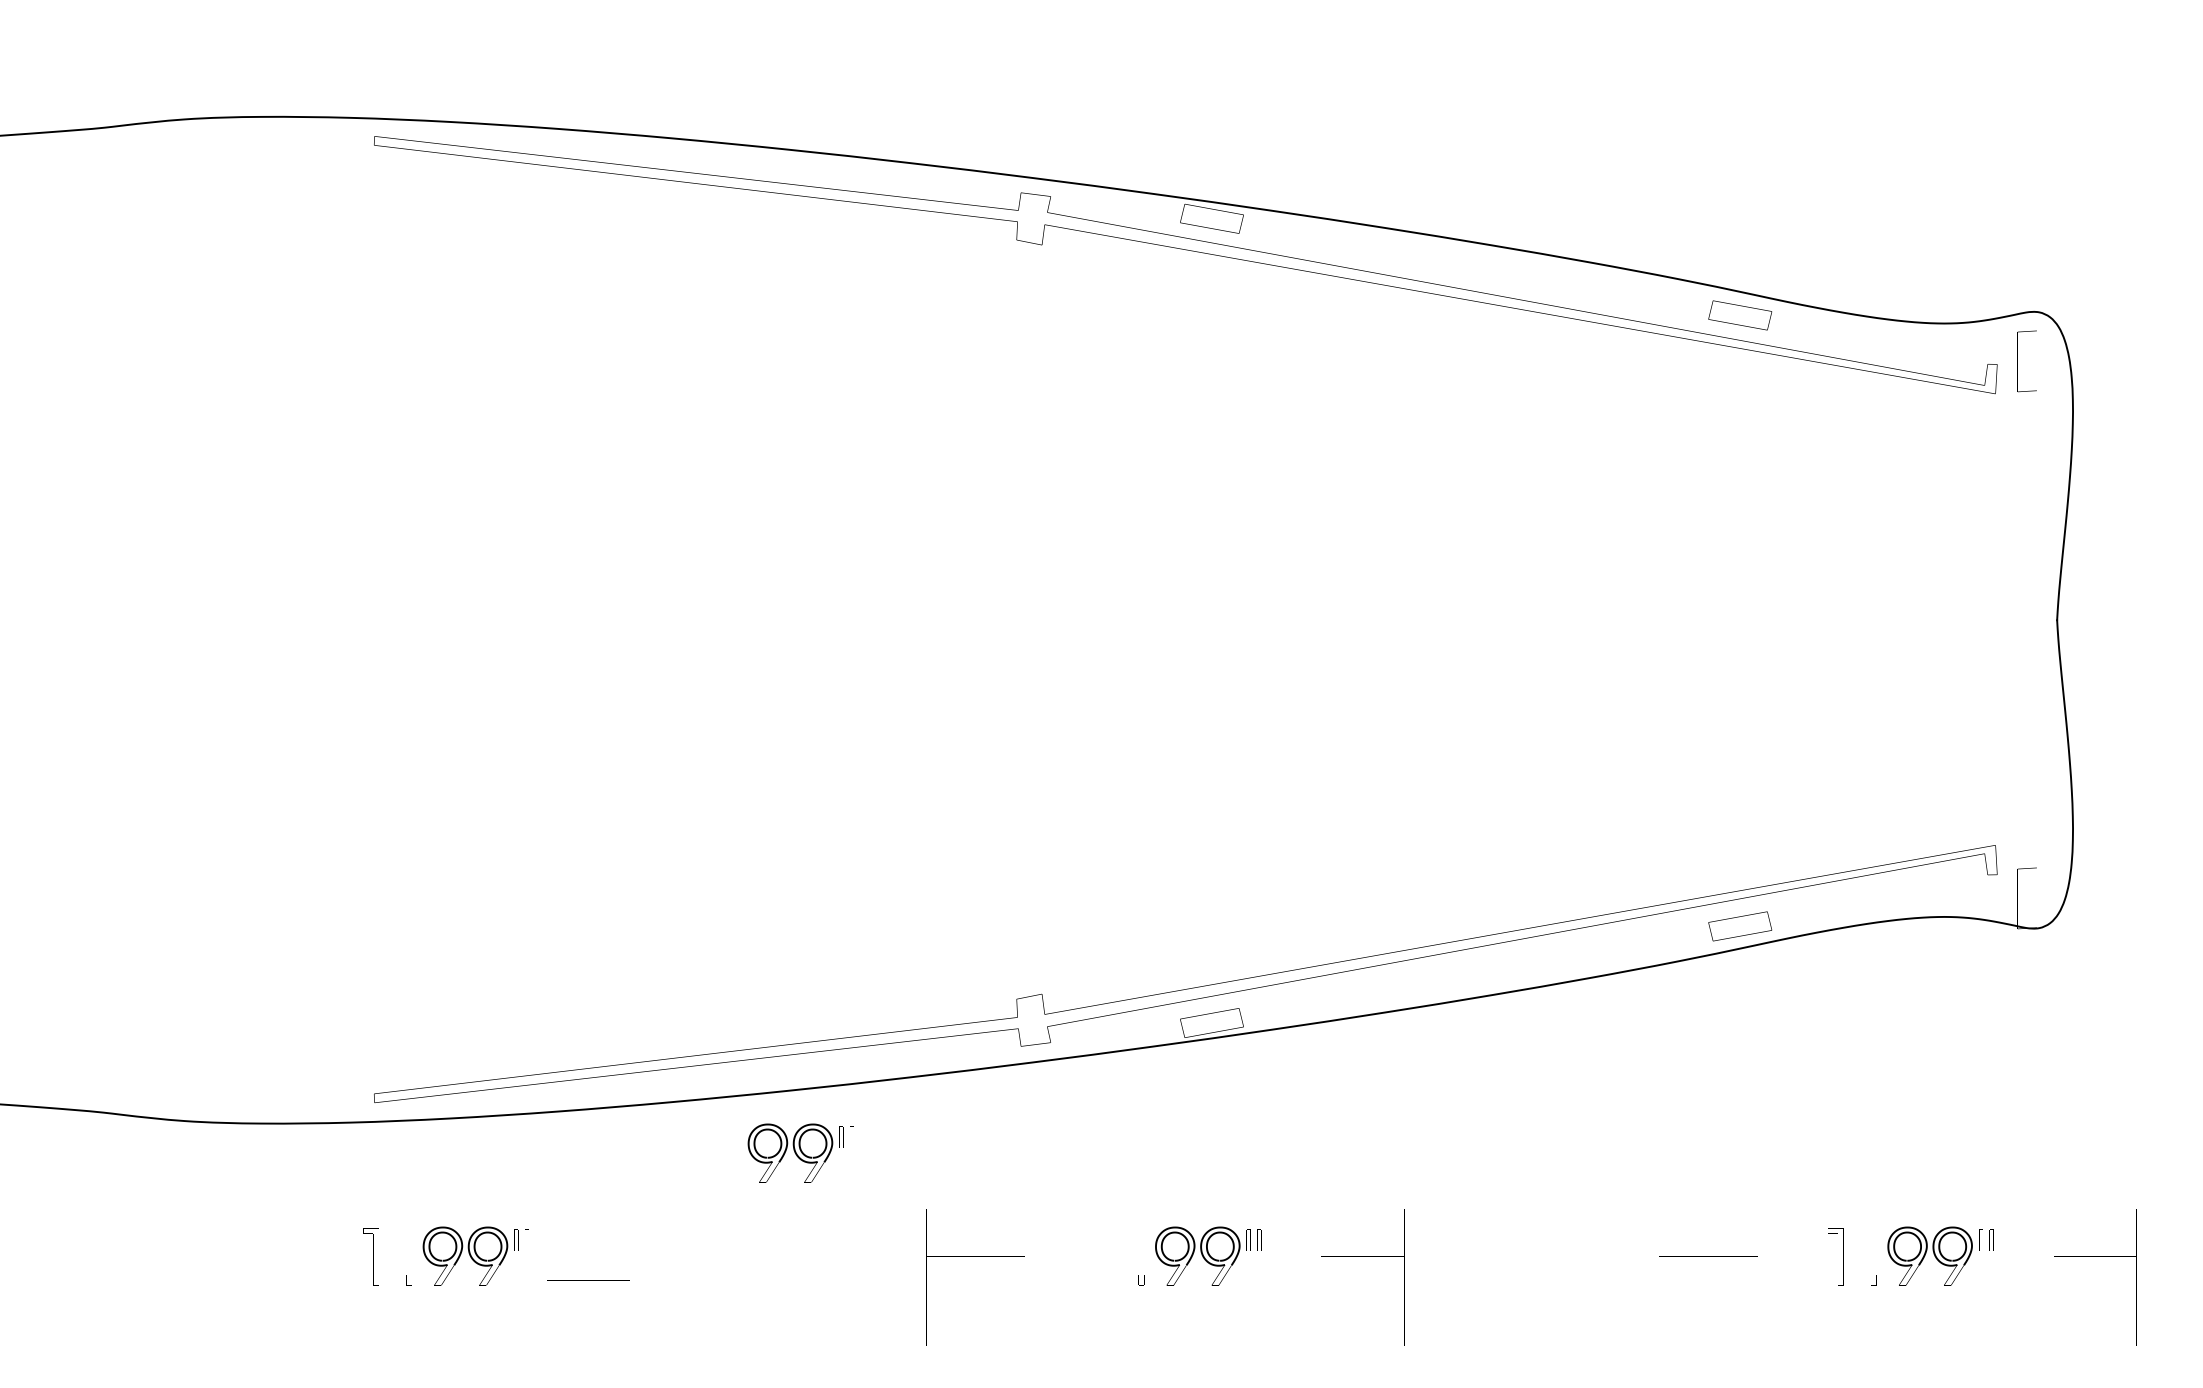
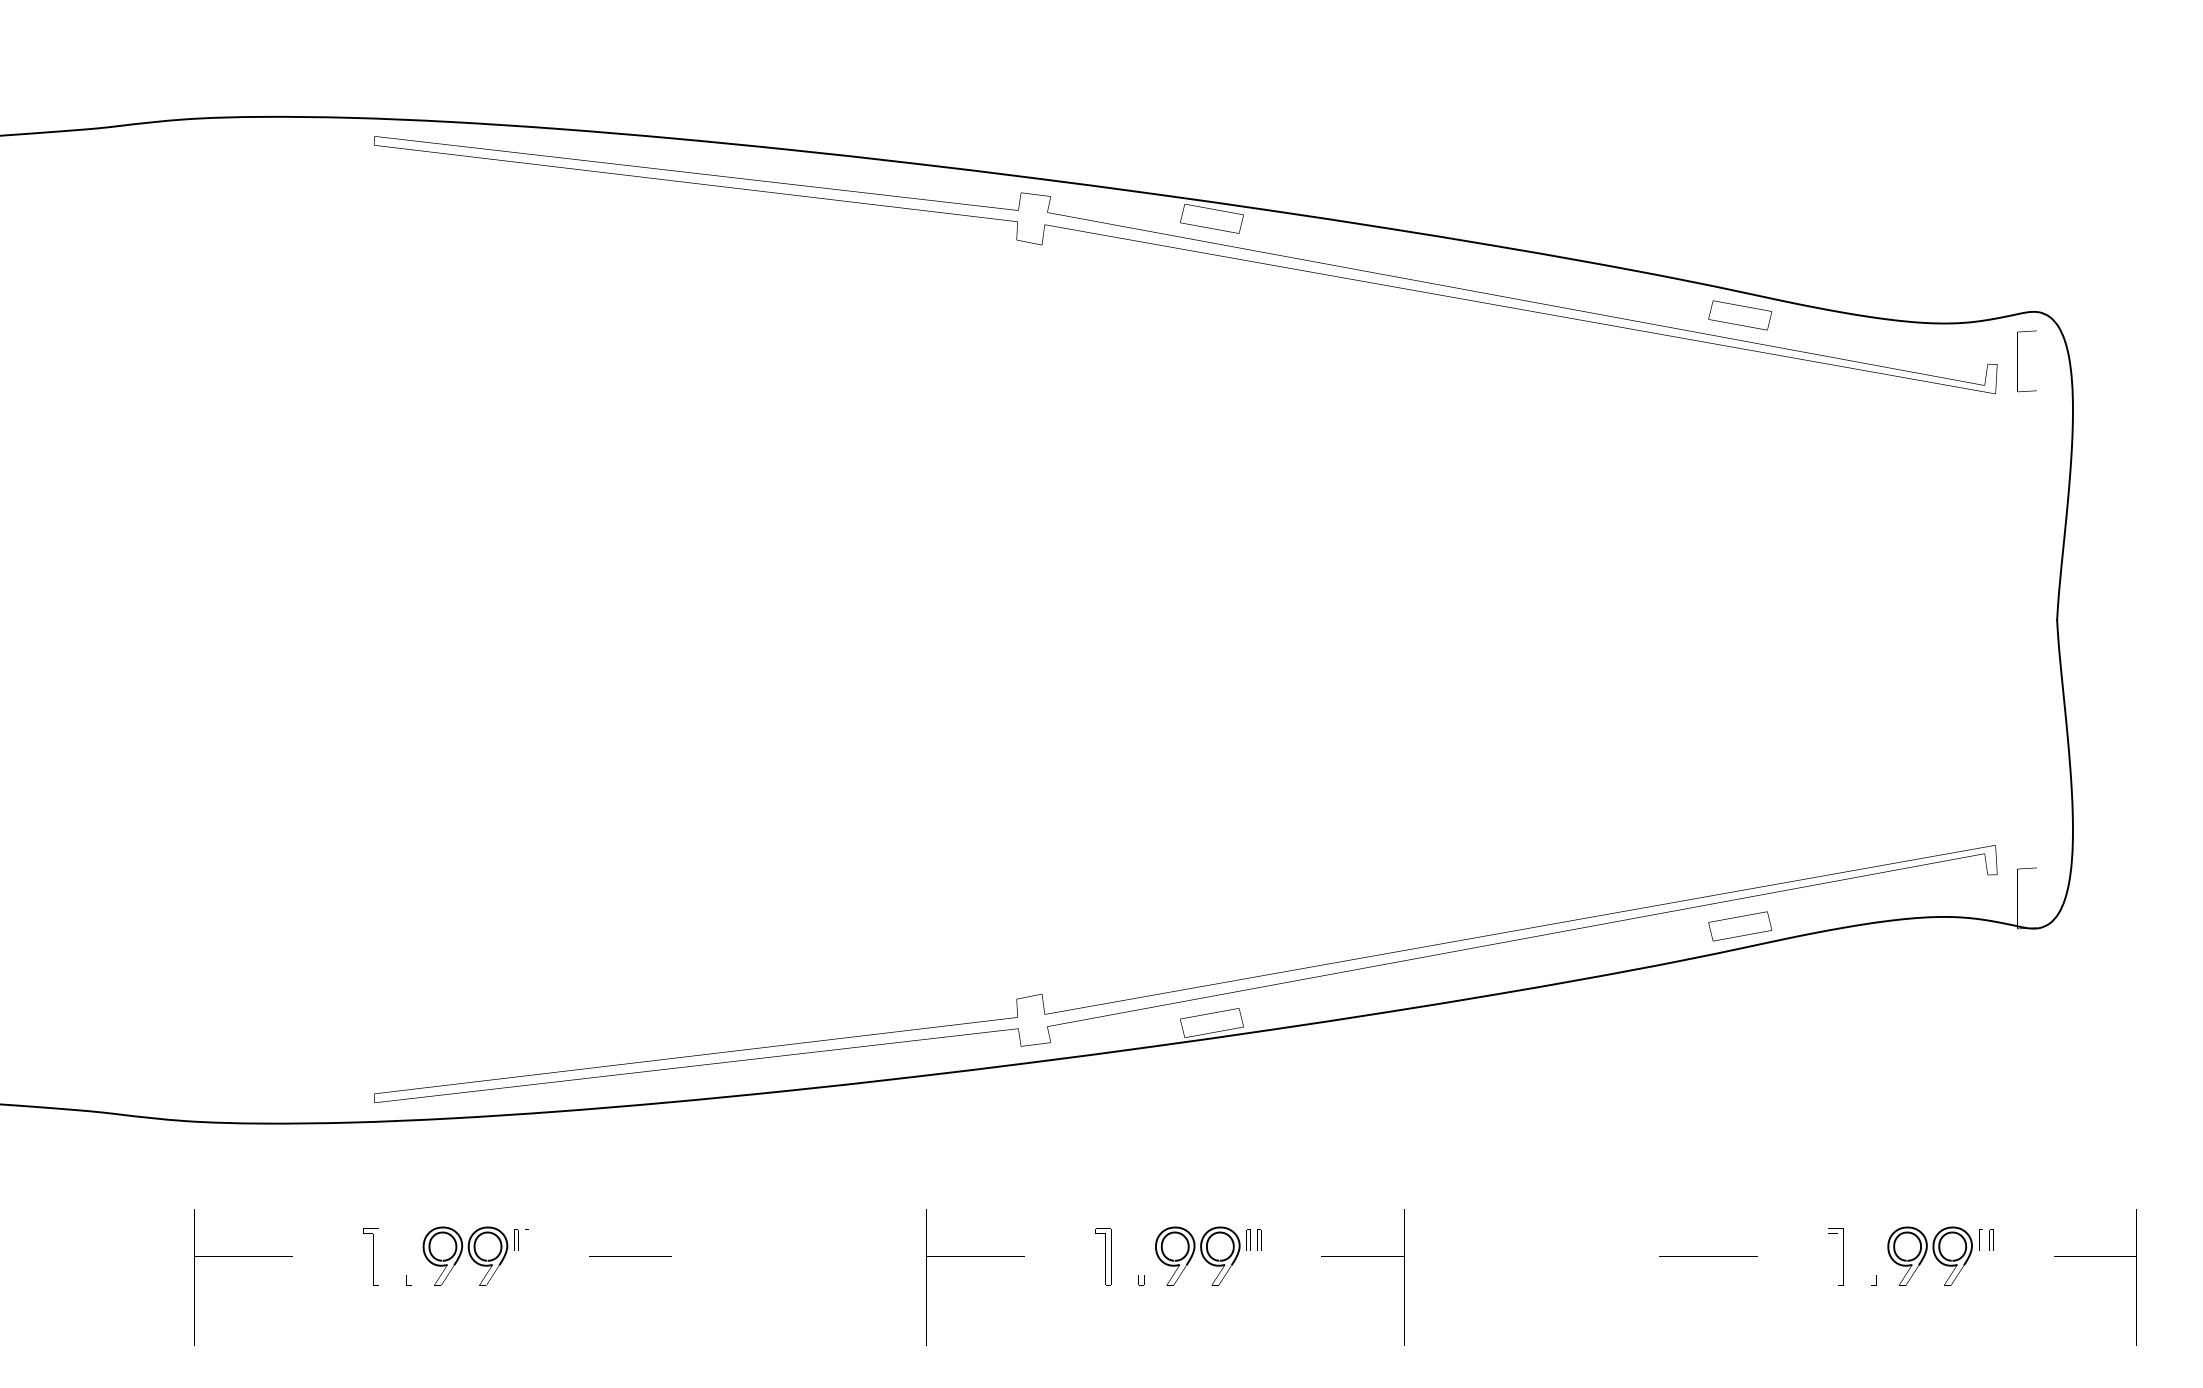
part at (800, 1152): present -> none
part at (243, 1256): none -> present
part at (1103, 1256): none -> present
line at (588, 1280) position: (588, 1280) -> (630, 1256)
